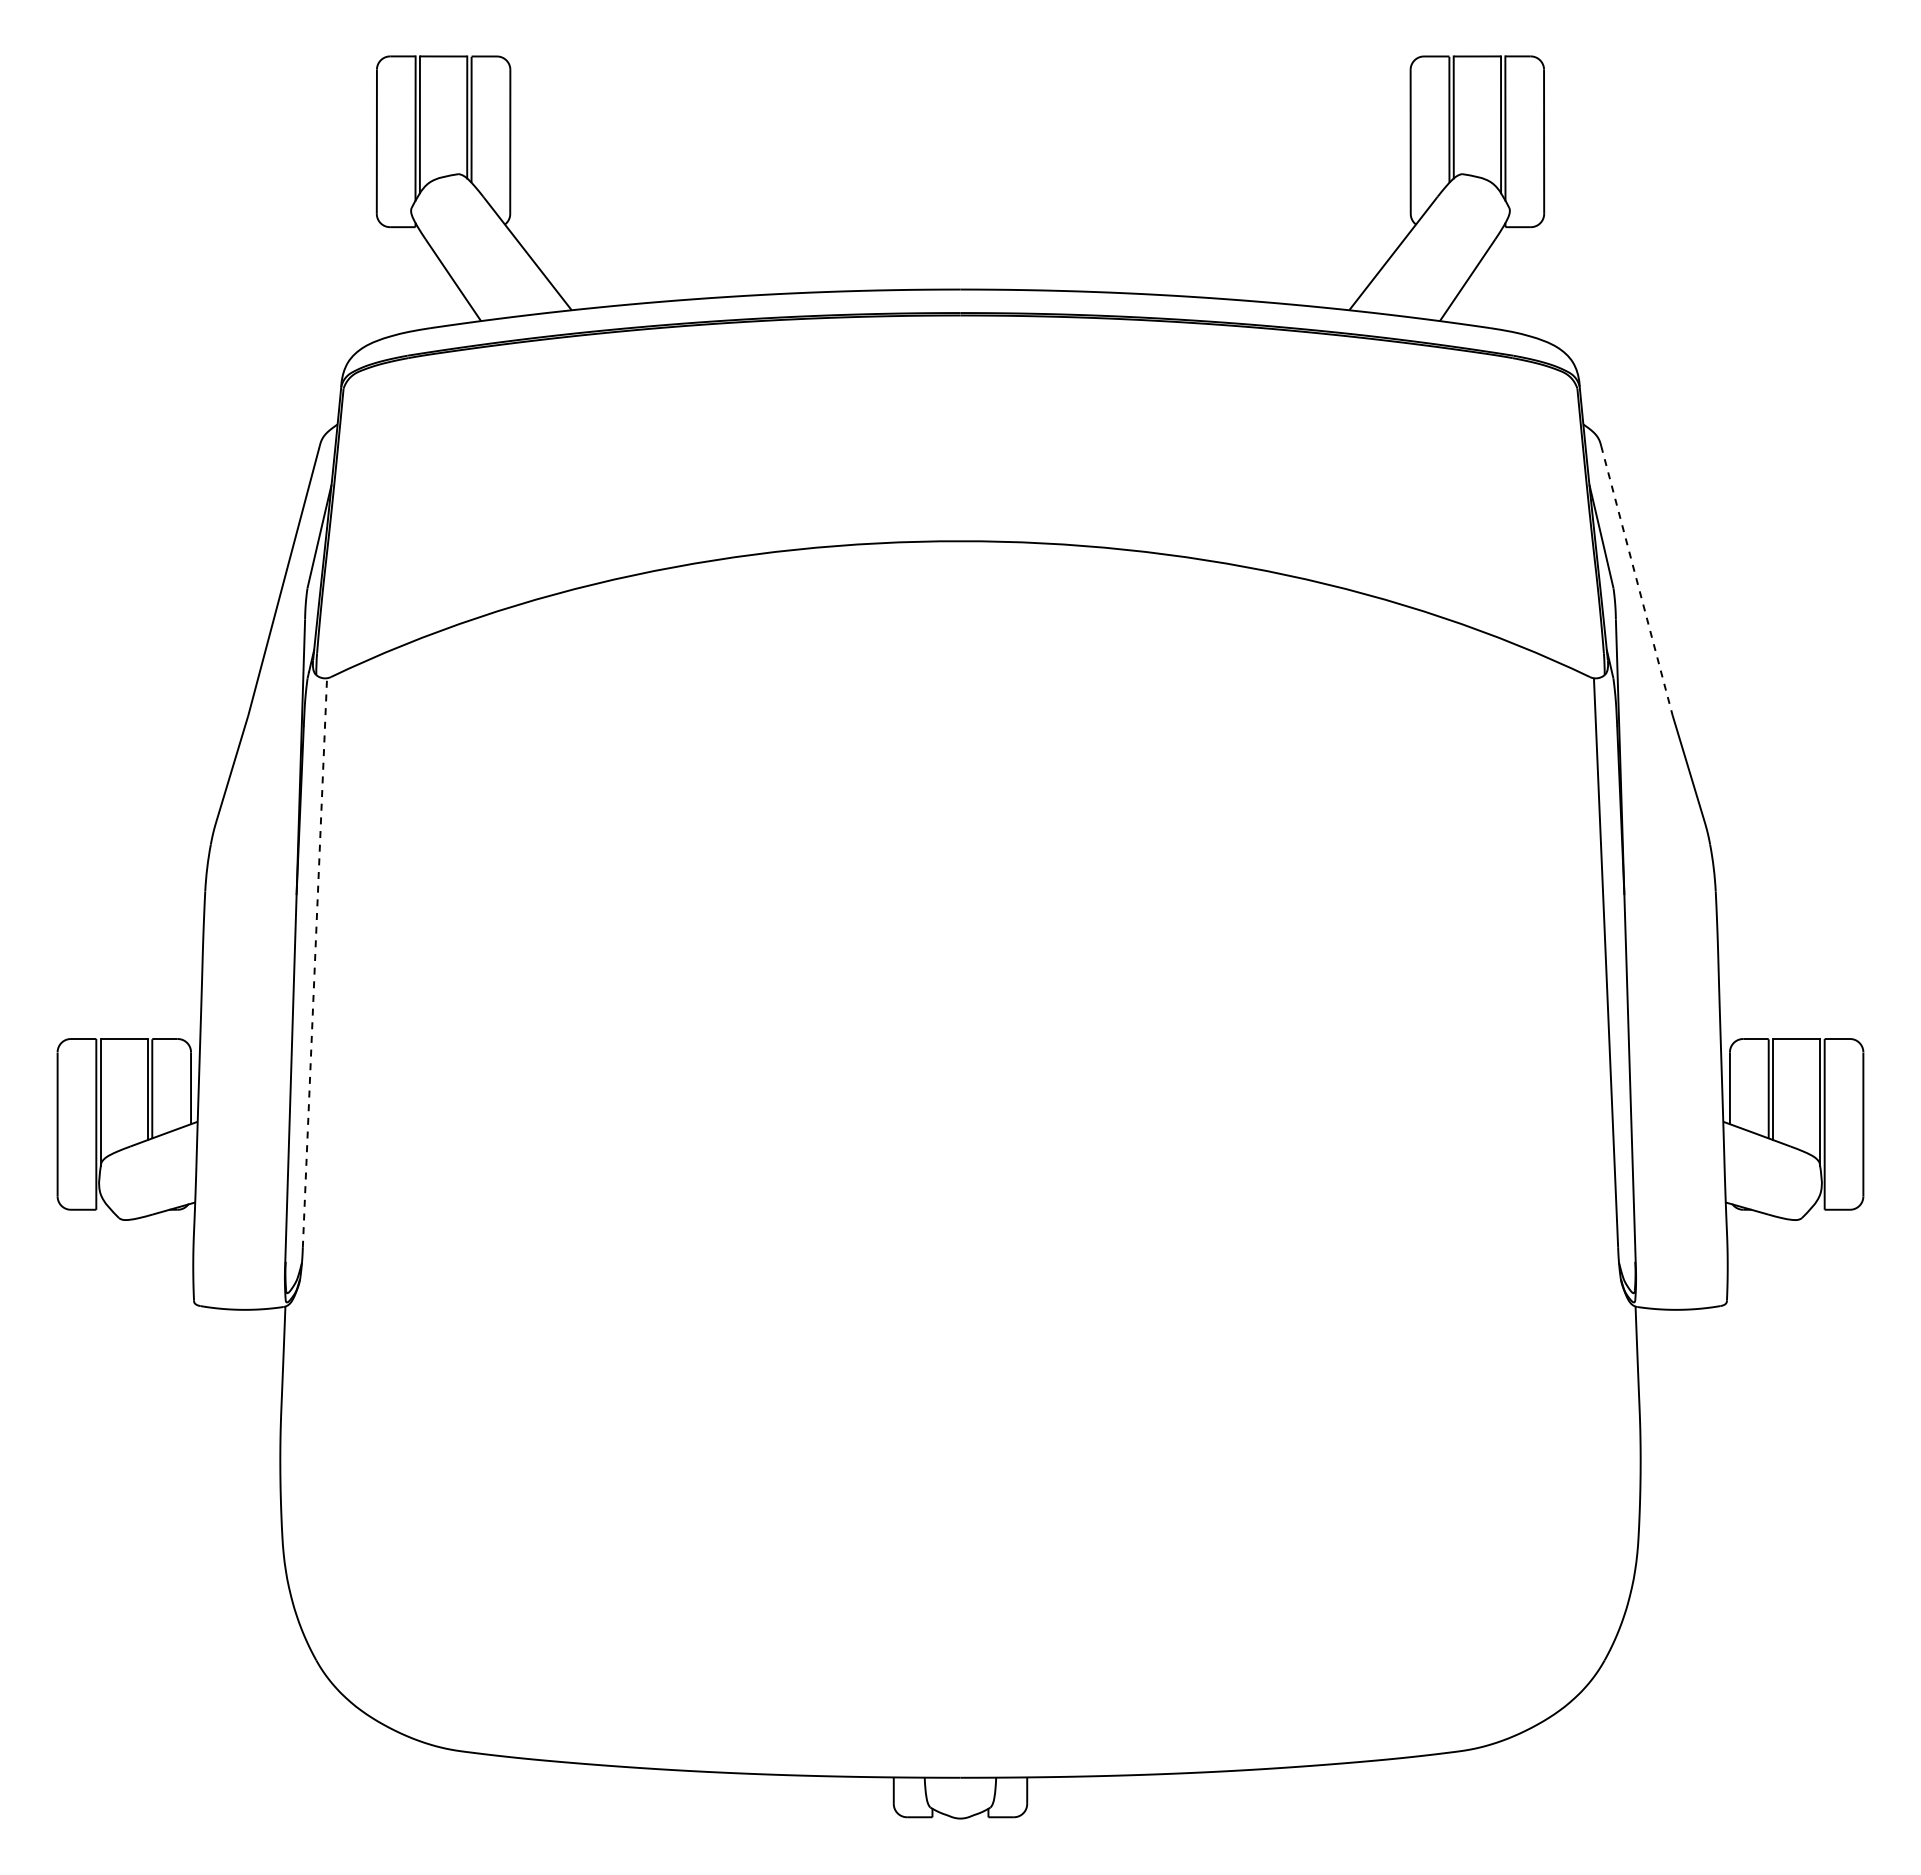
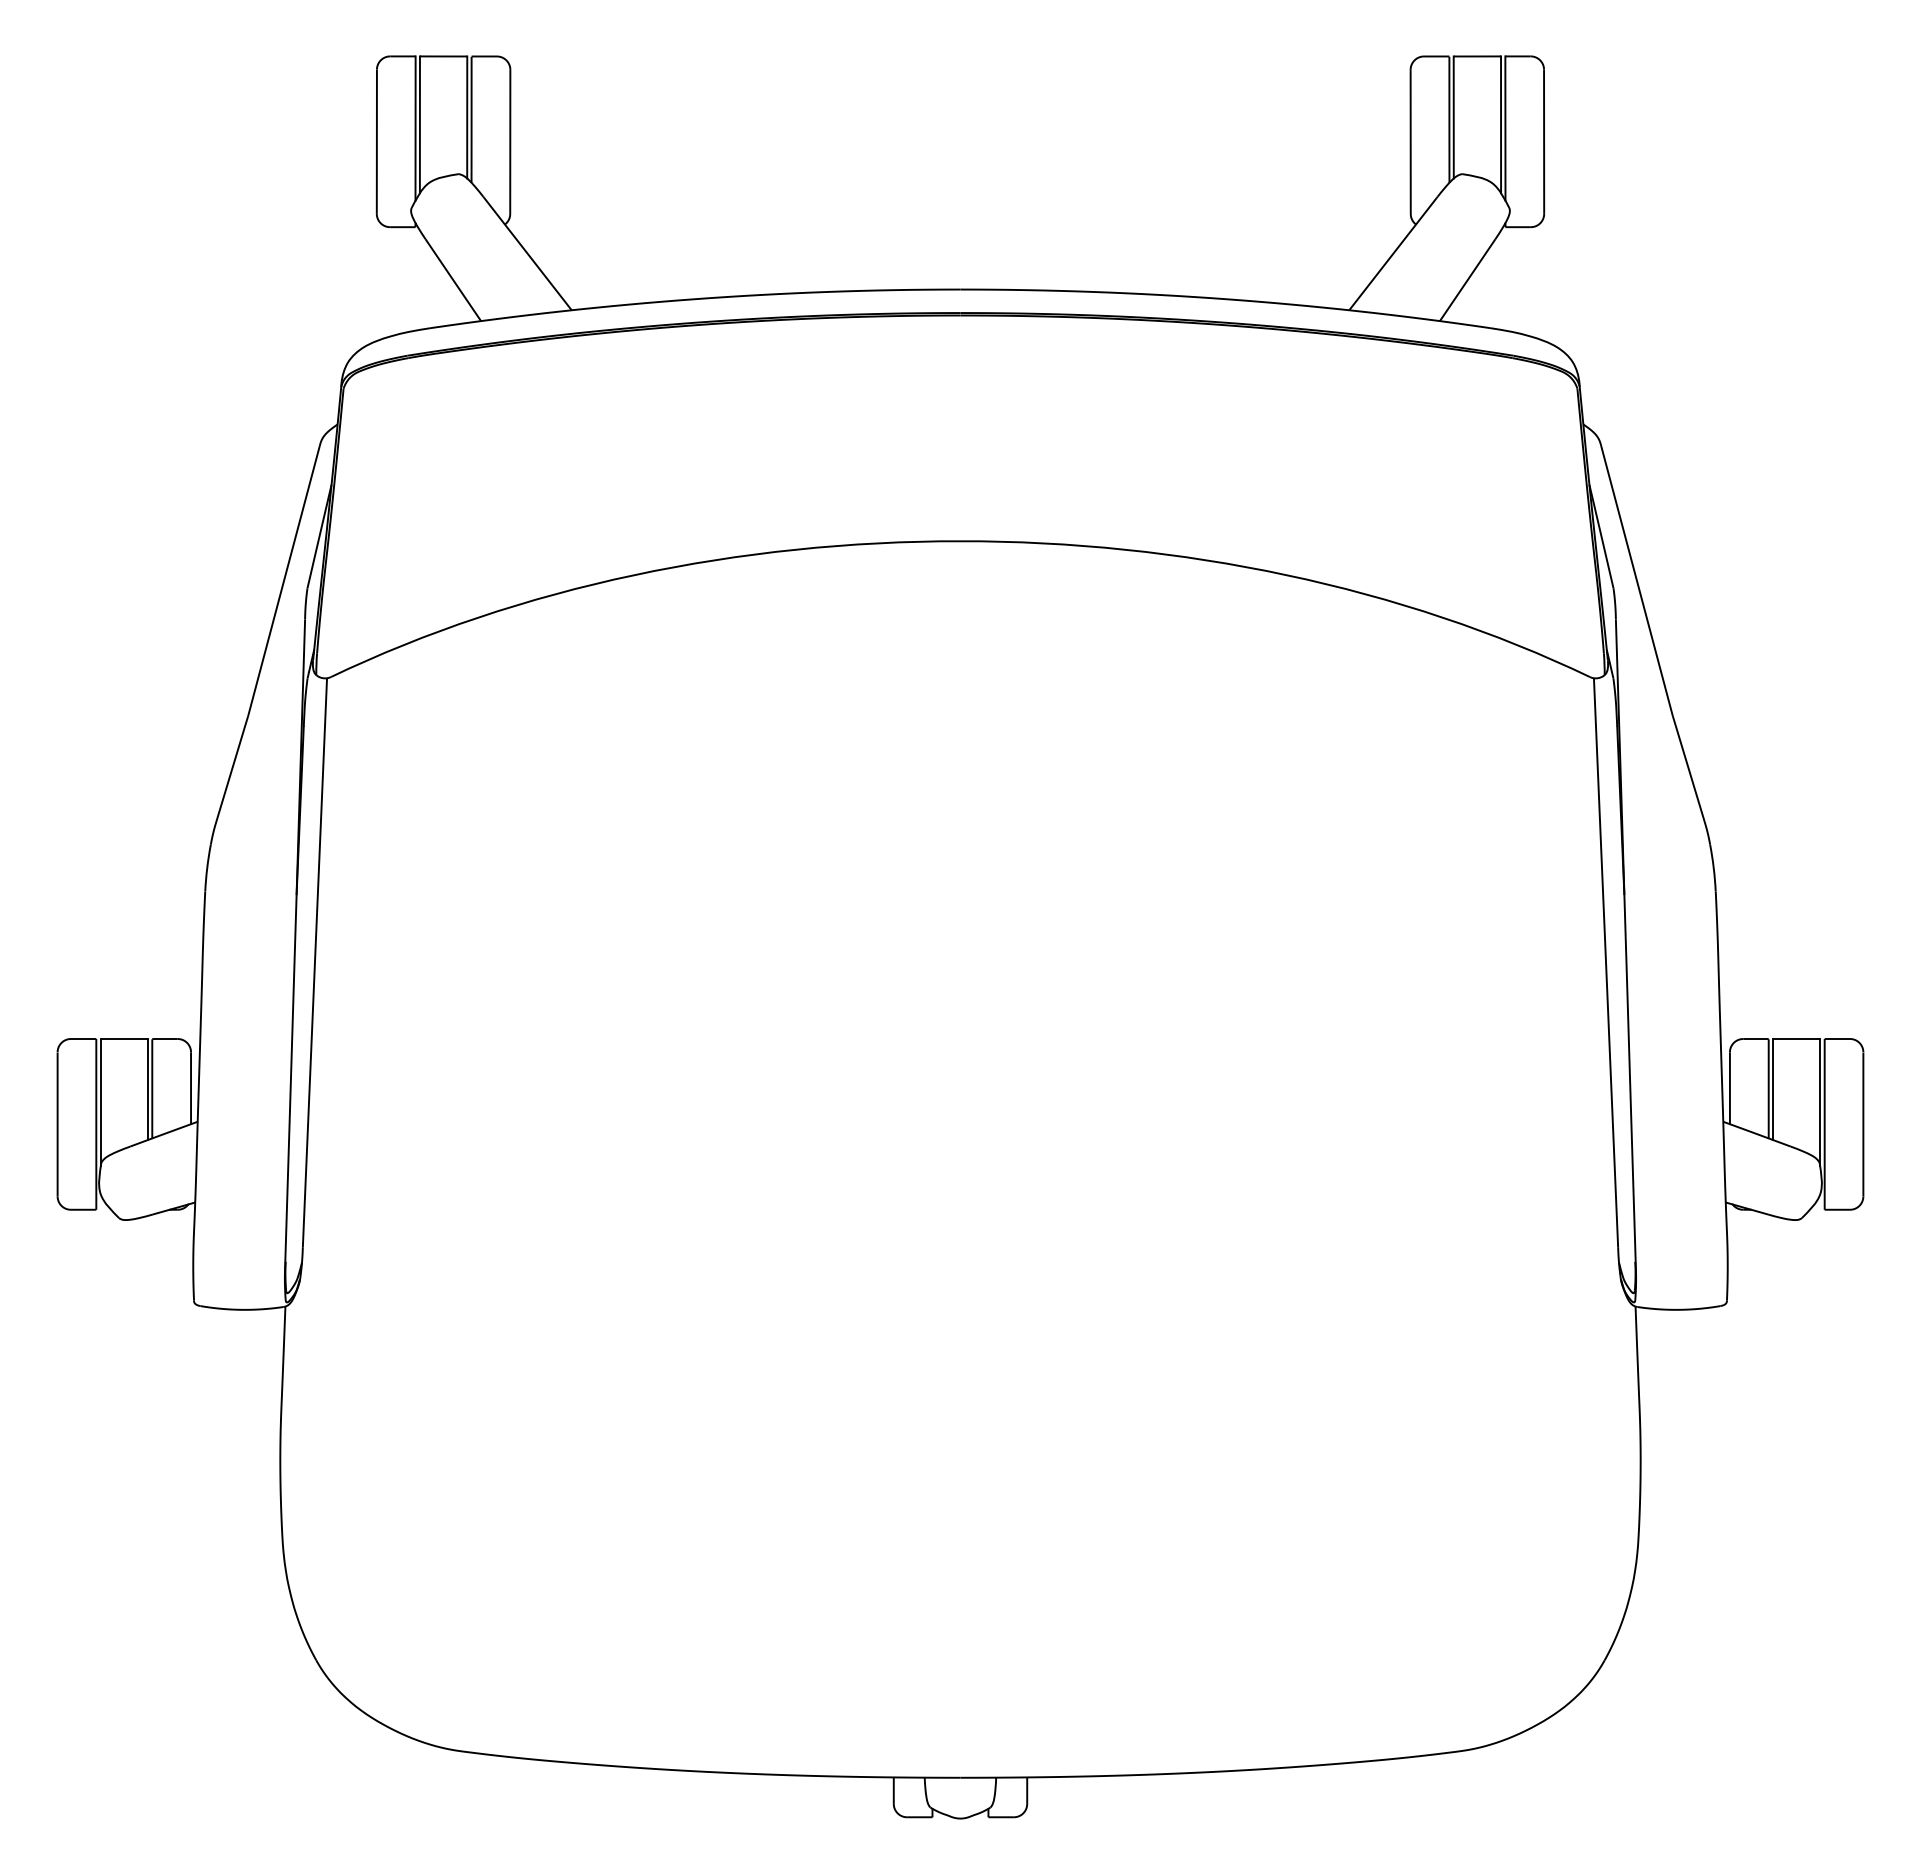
line at (1637, 581): dashed -> solid
line at (314, 962): dashed -> solid
